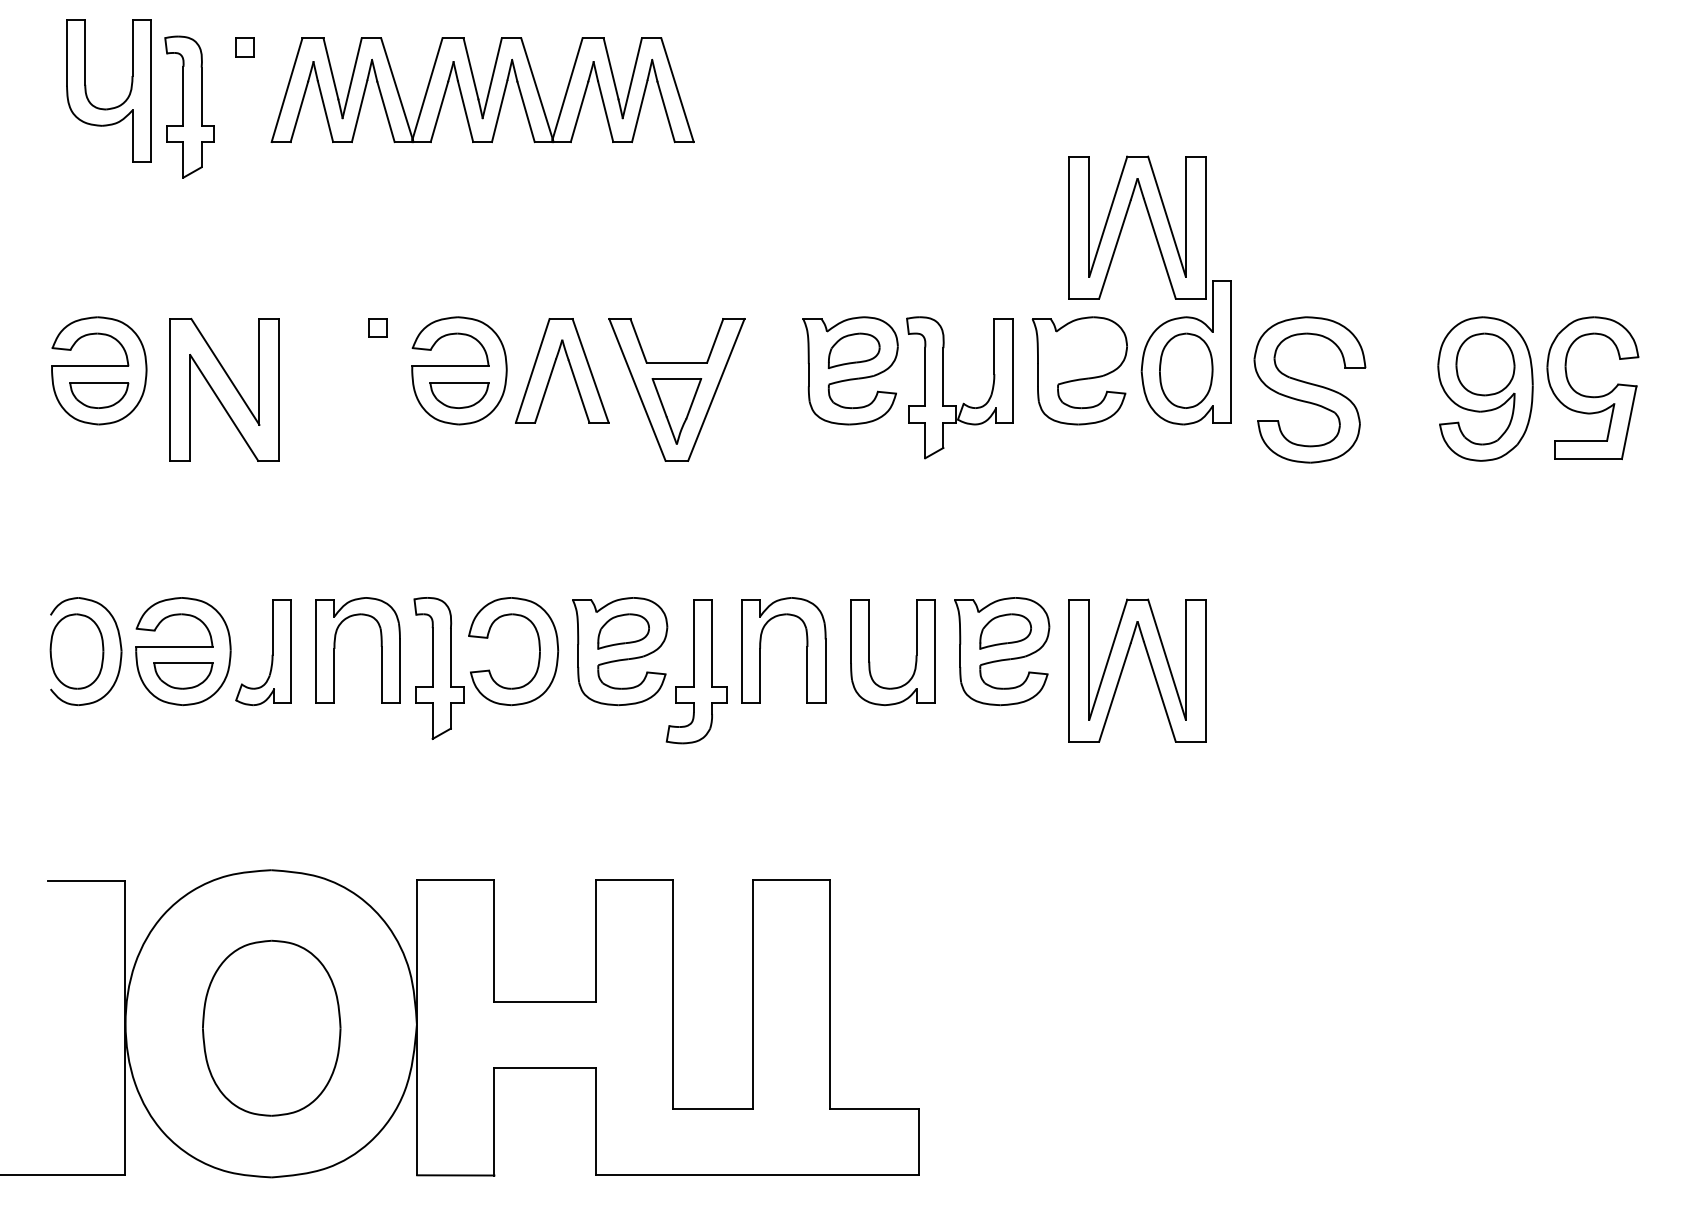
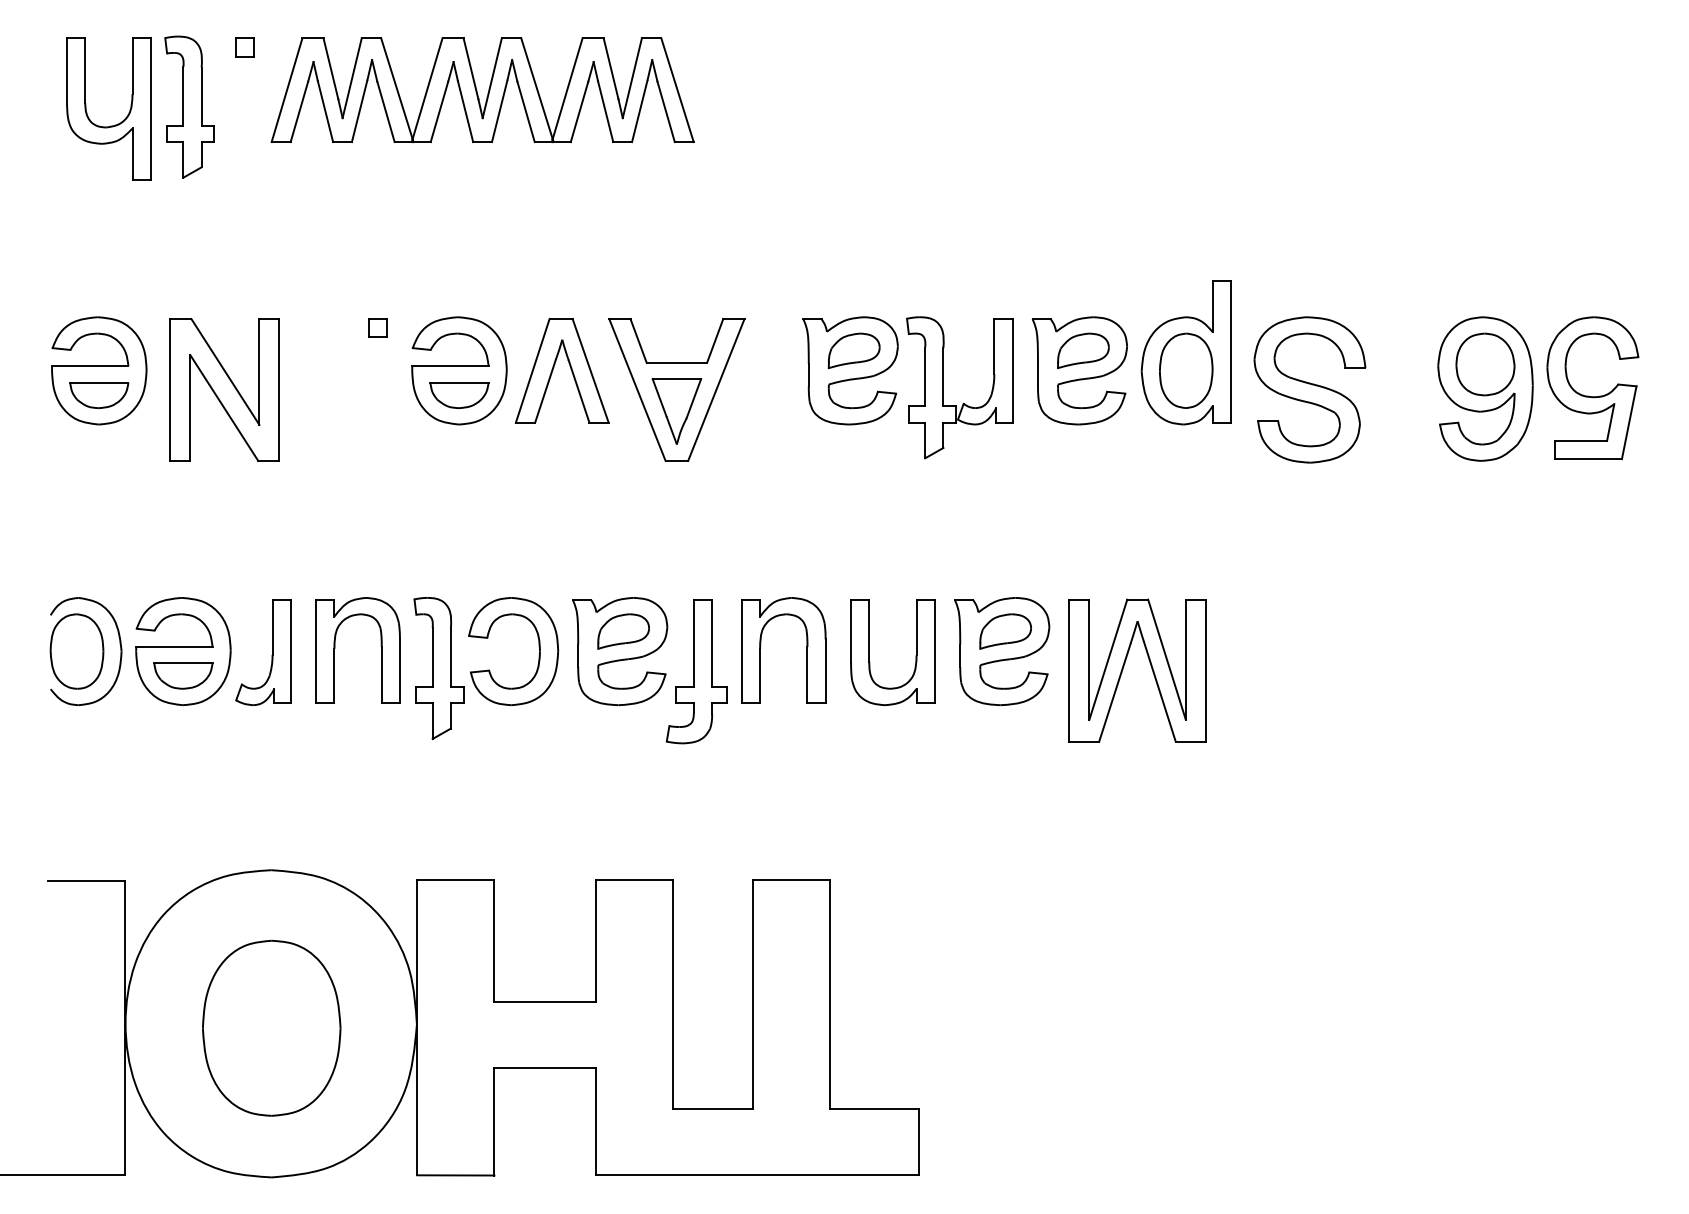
part at (110, 107) position: (110, 107) -> (110, 125)
part at (1124, 223): present -> none
part at (1083, 350): none -> present
